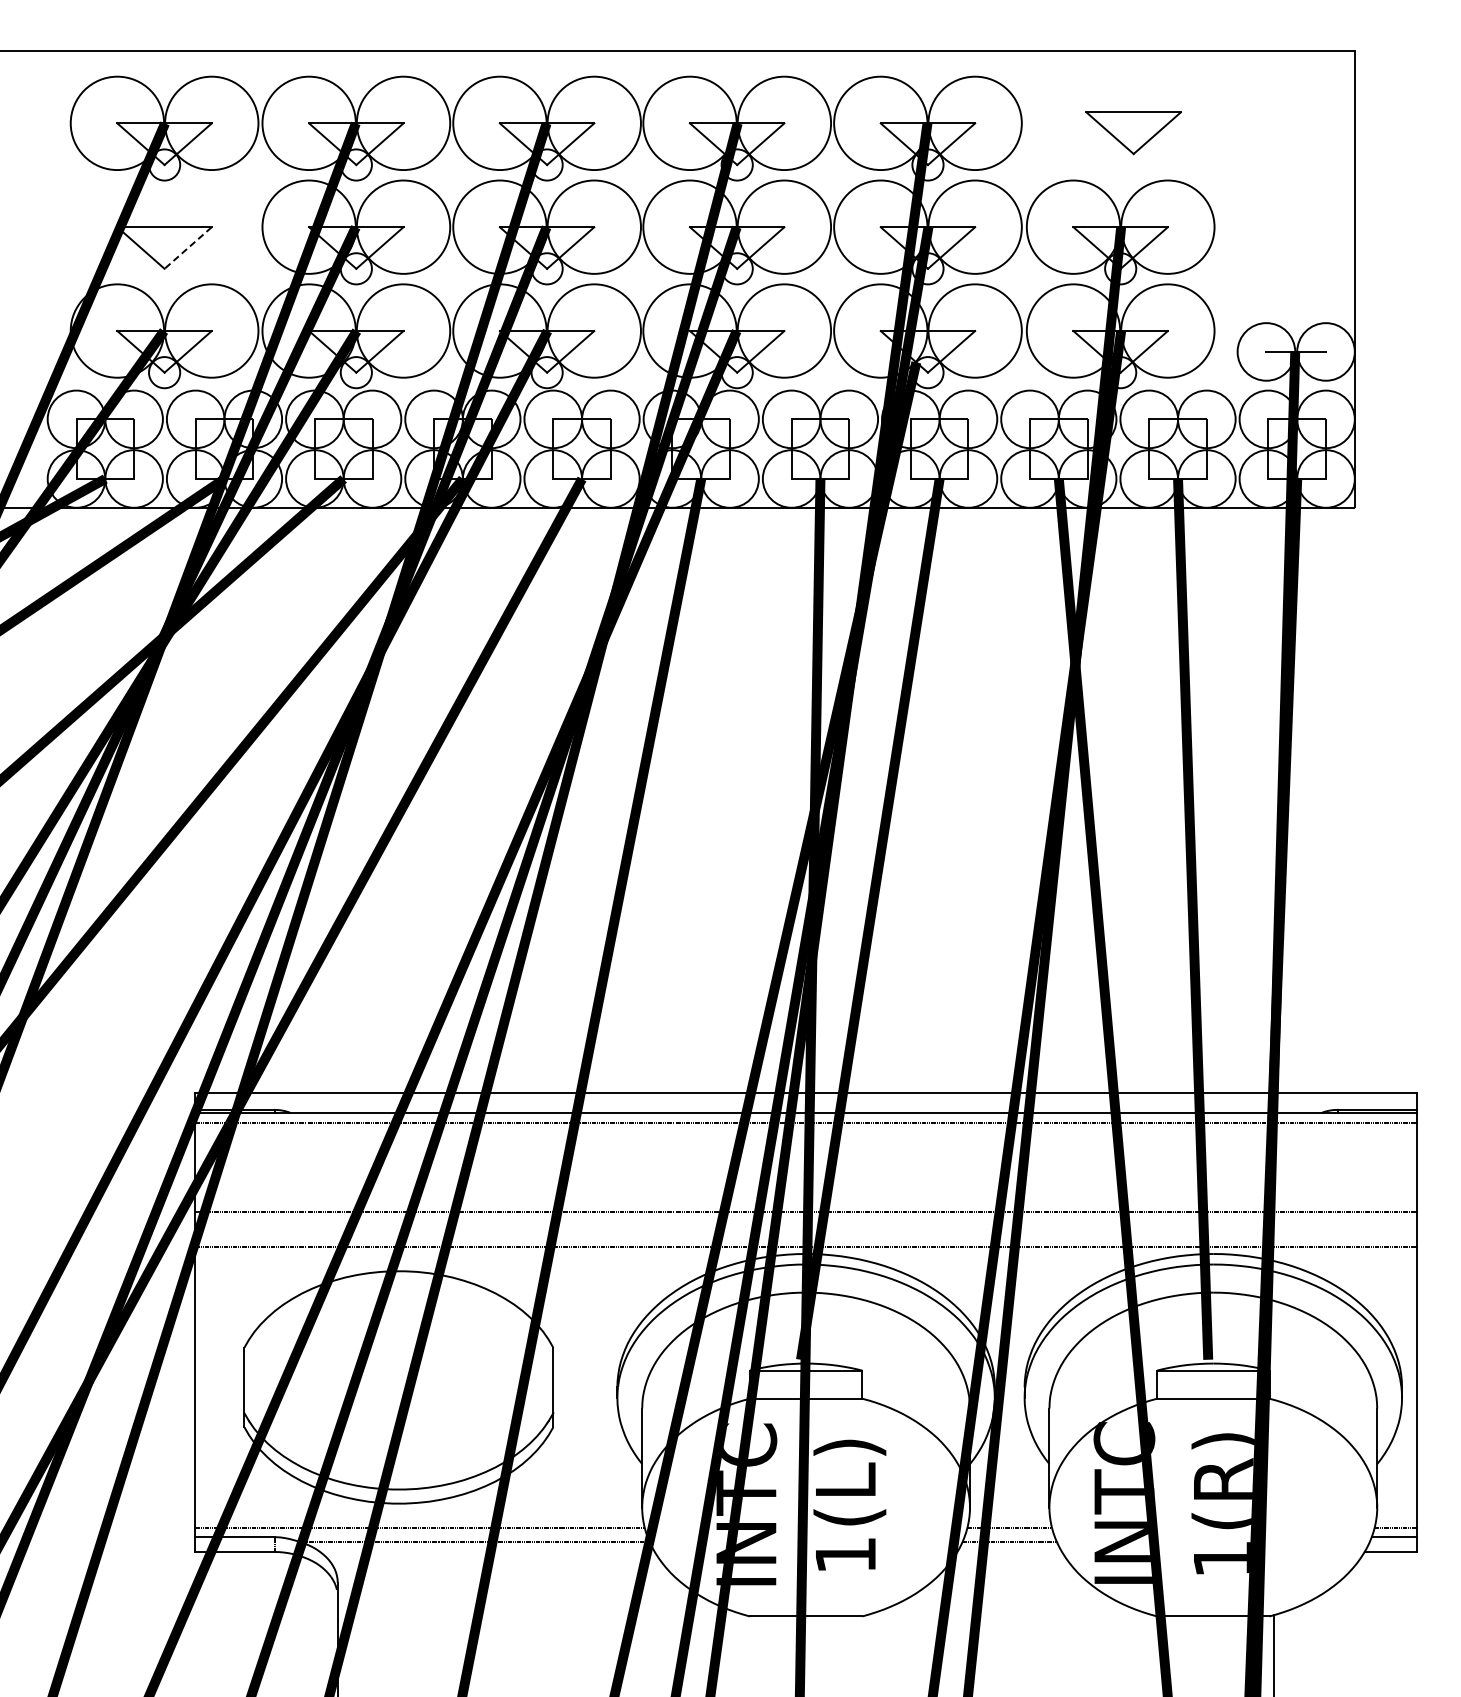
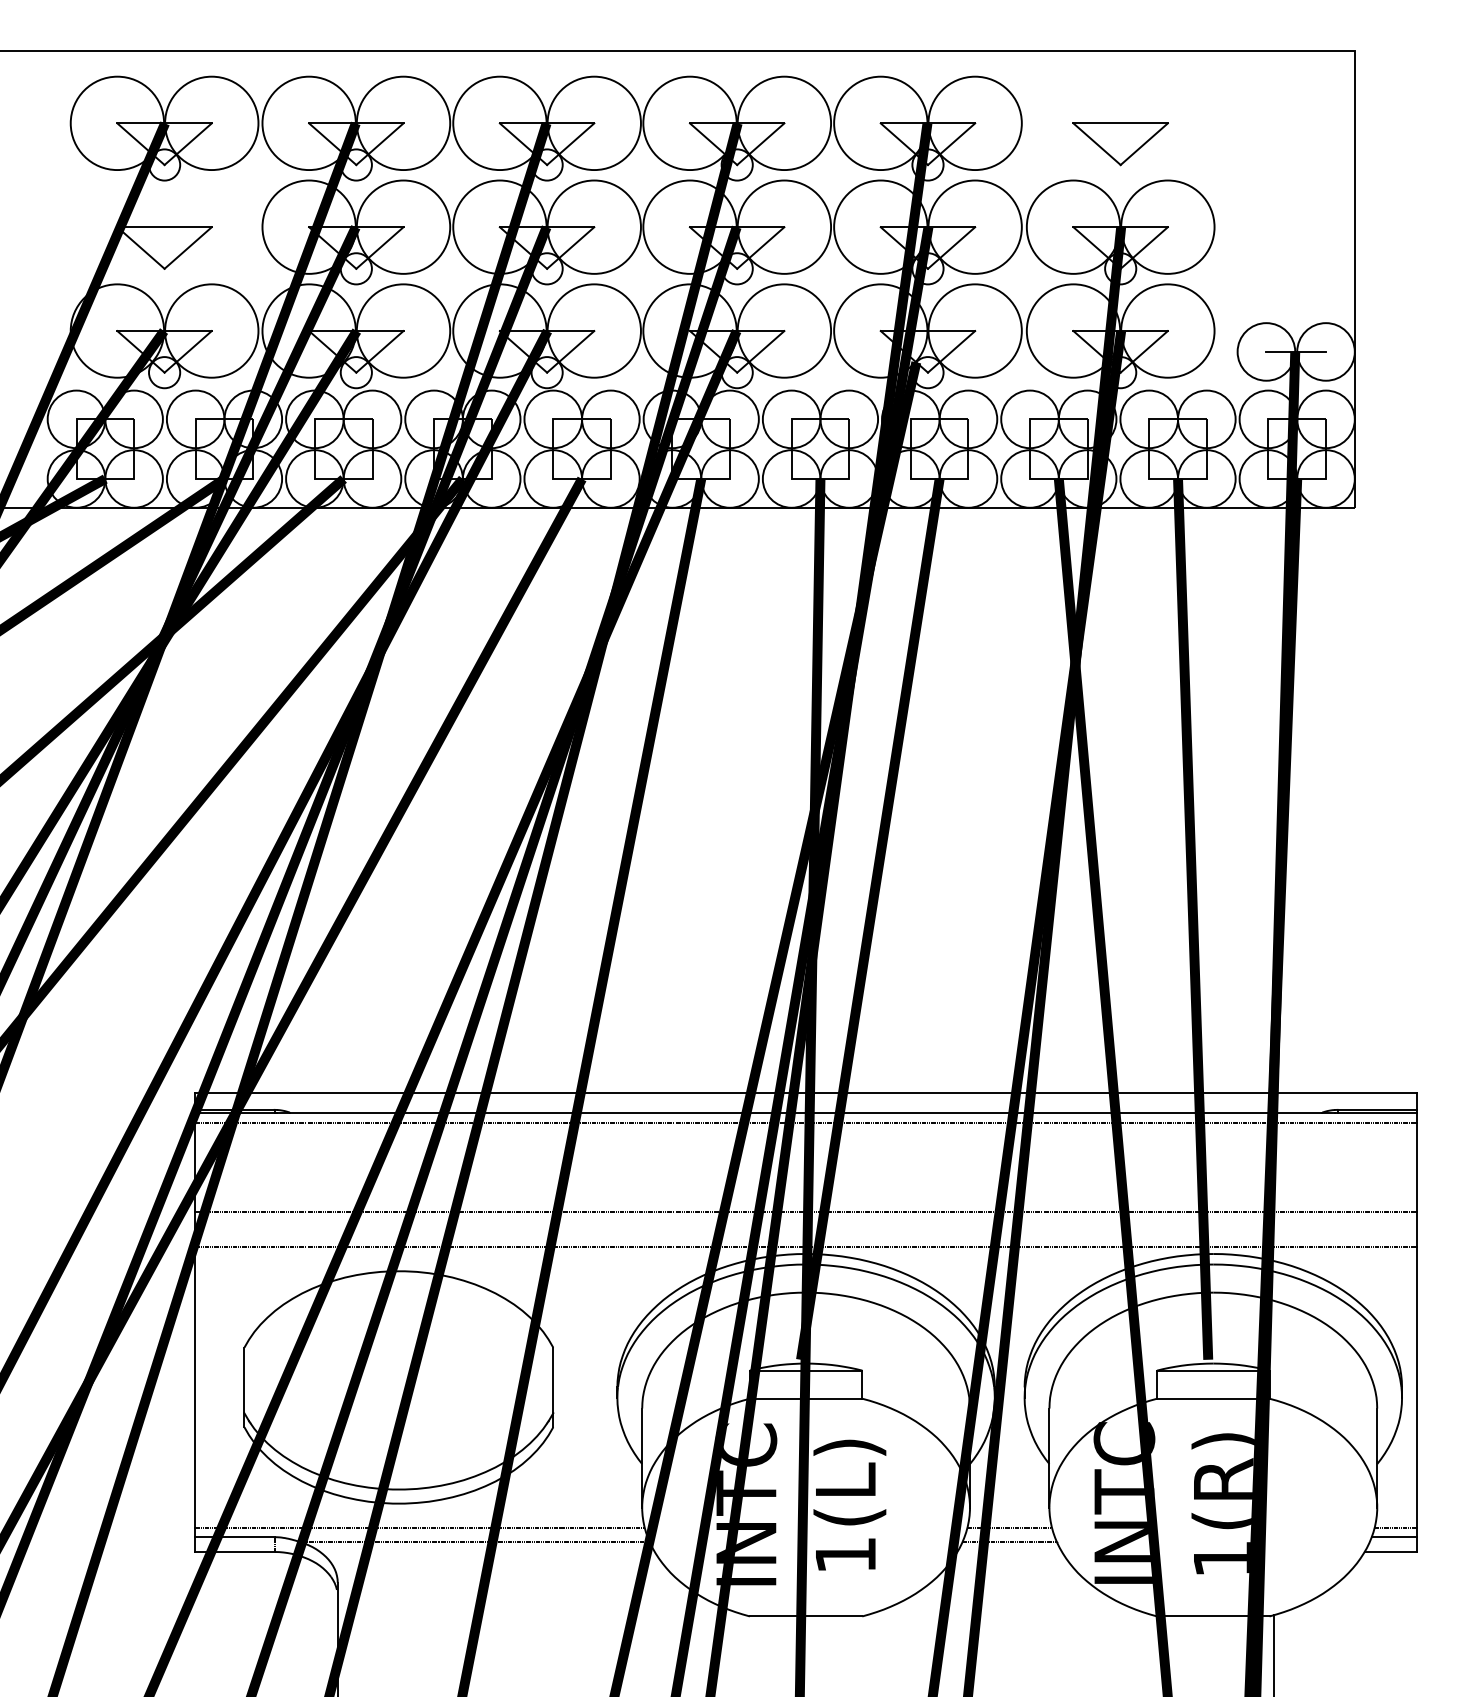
part at (1133, 133) position: (1133, 133) -> (1120, 144)
line at (187, 248): dashed -> solid
